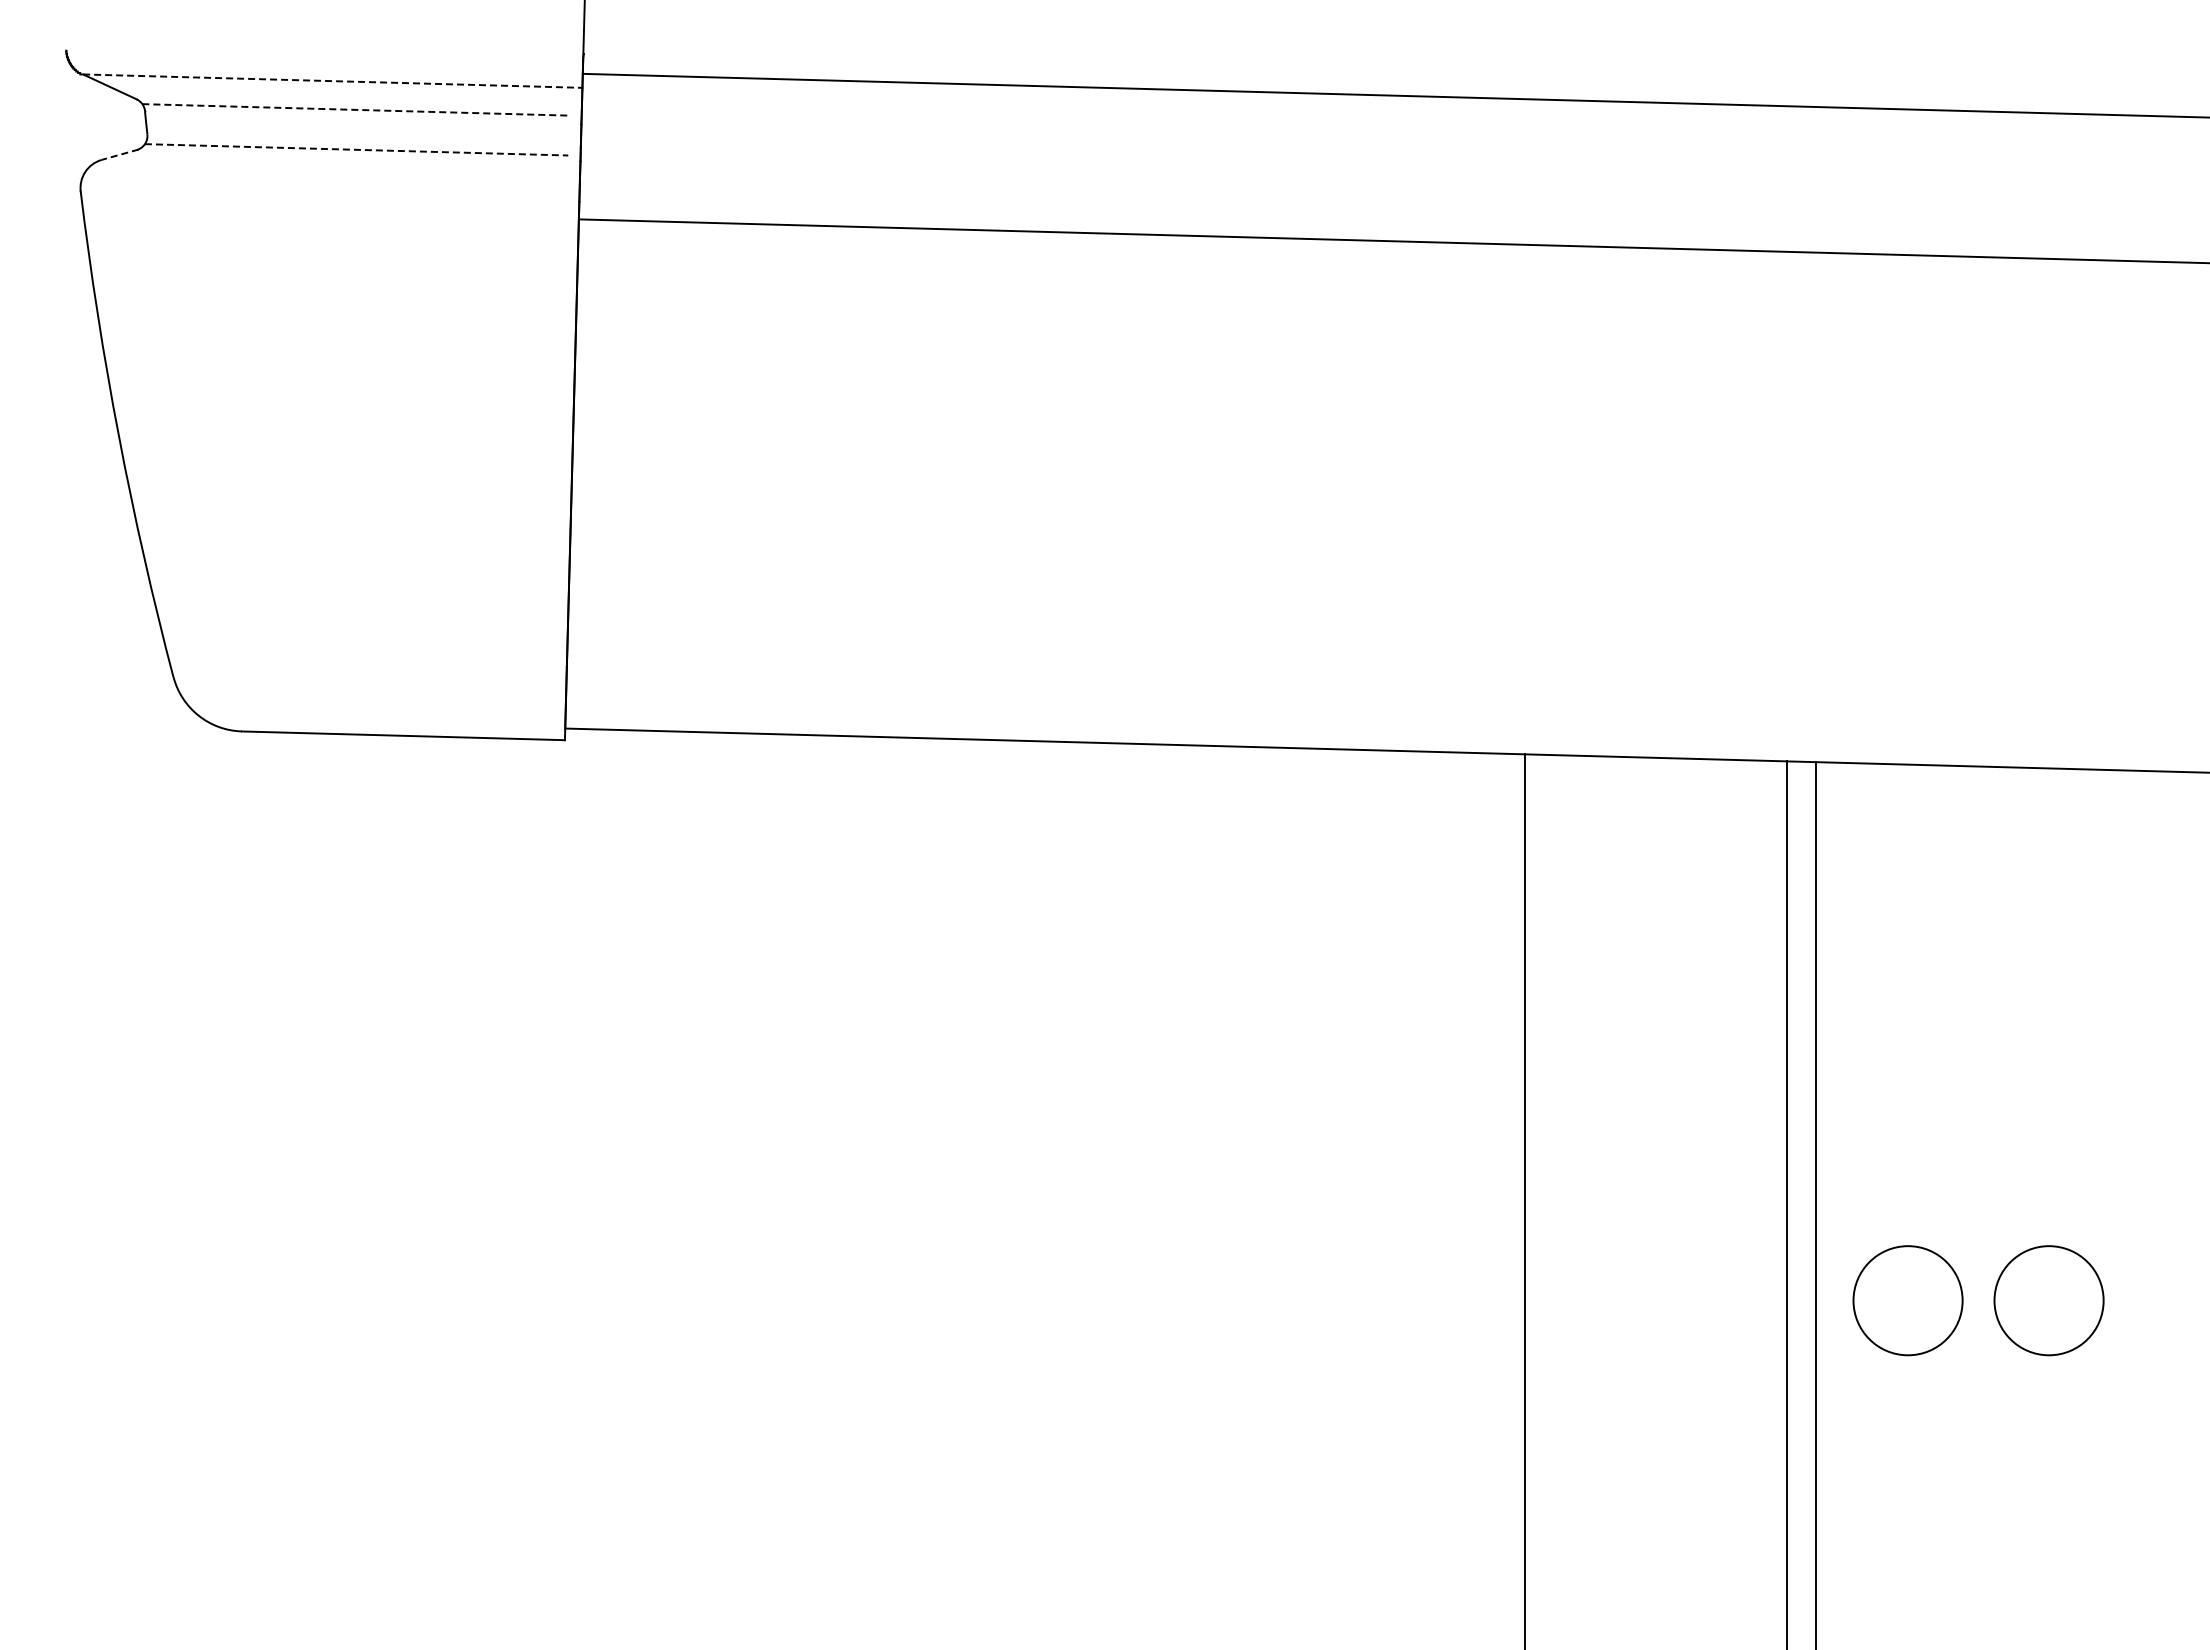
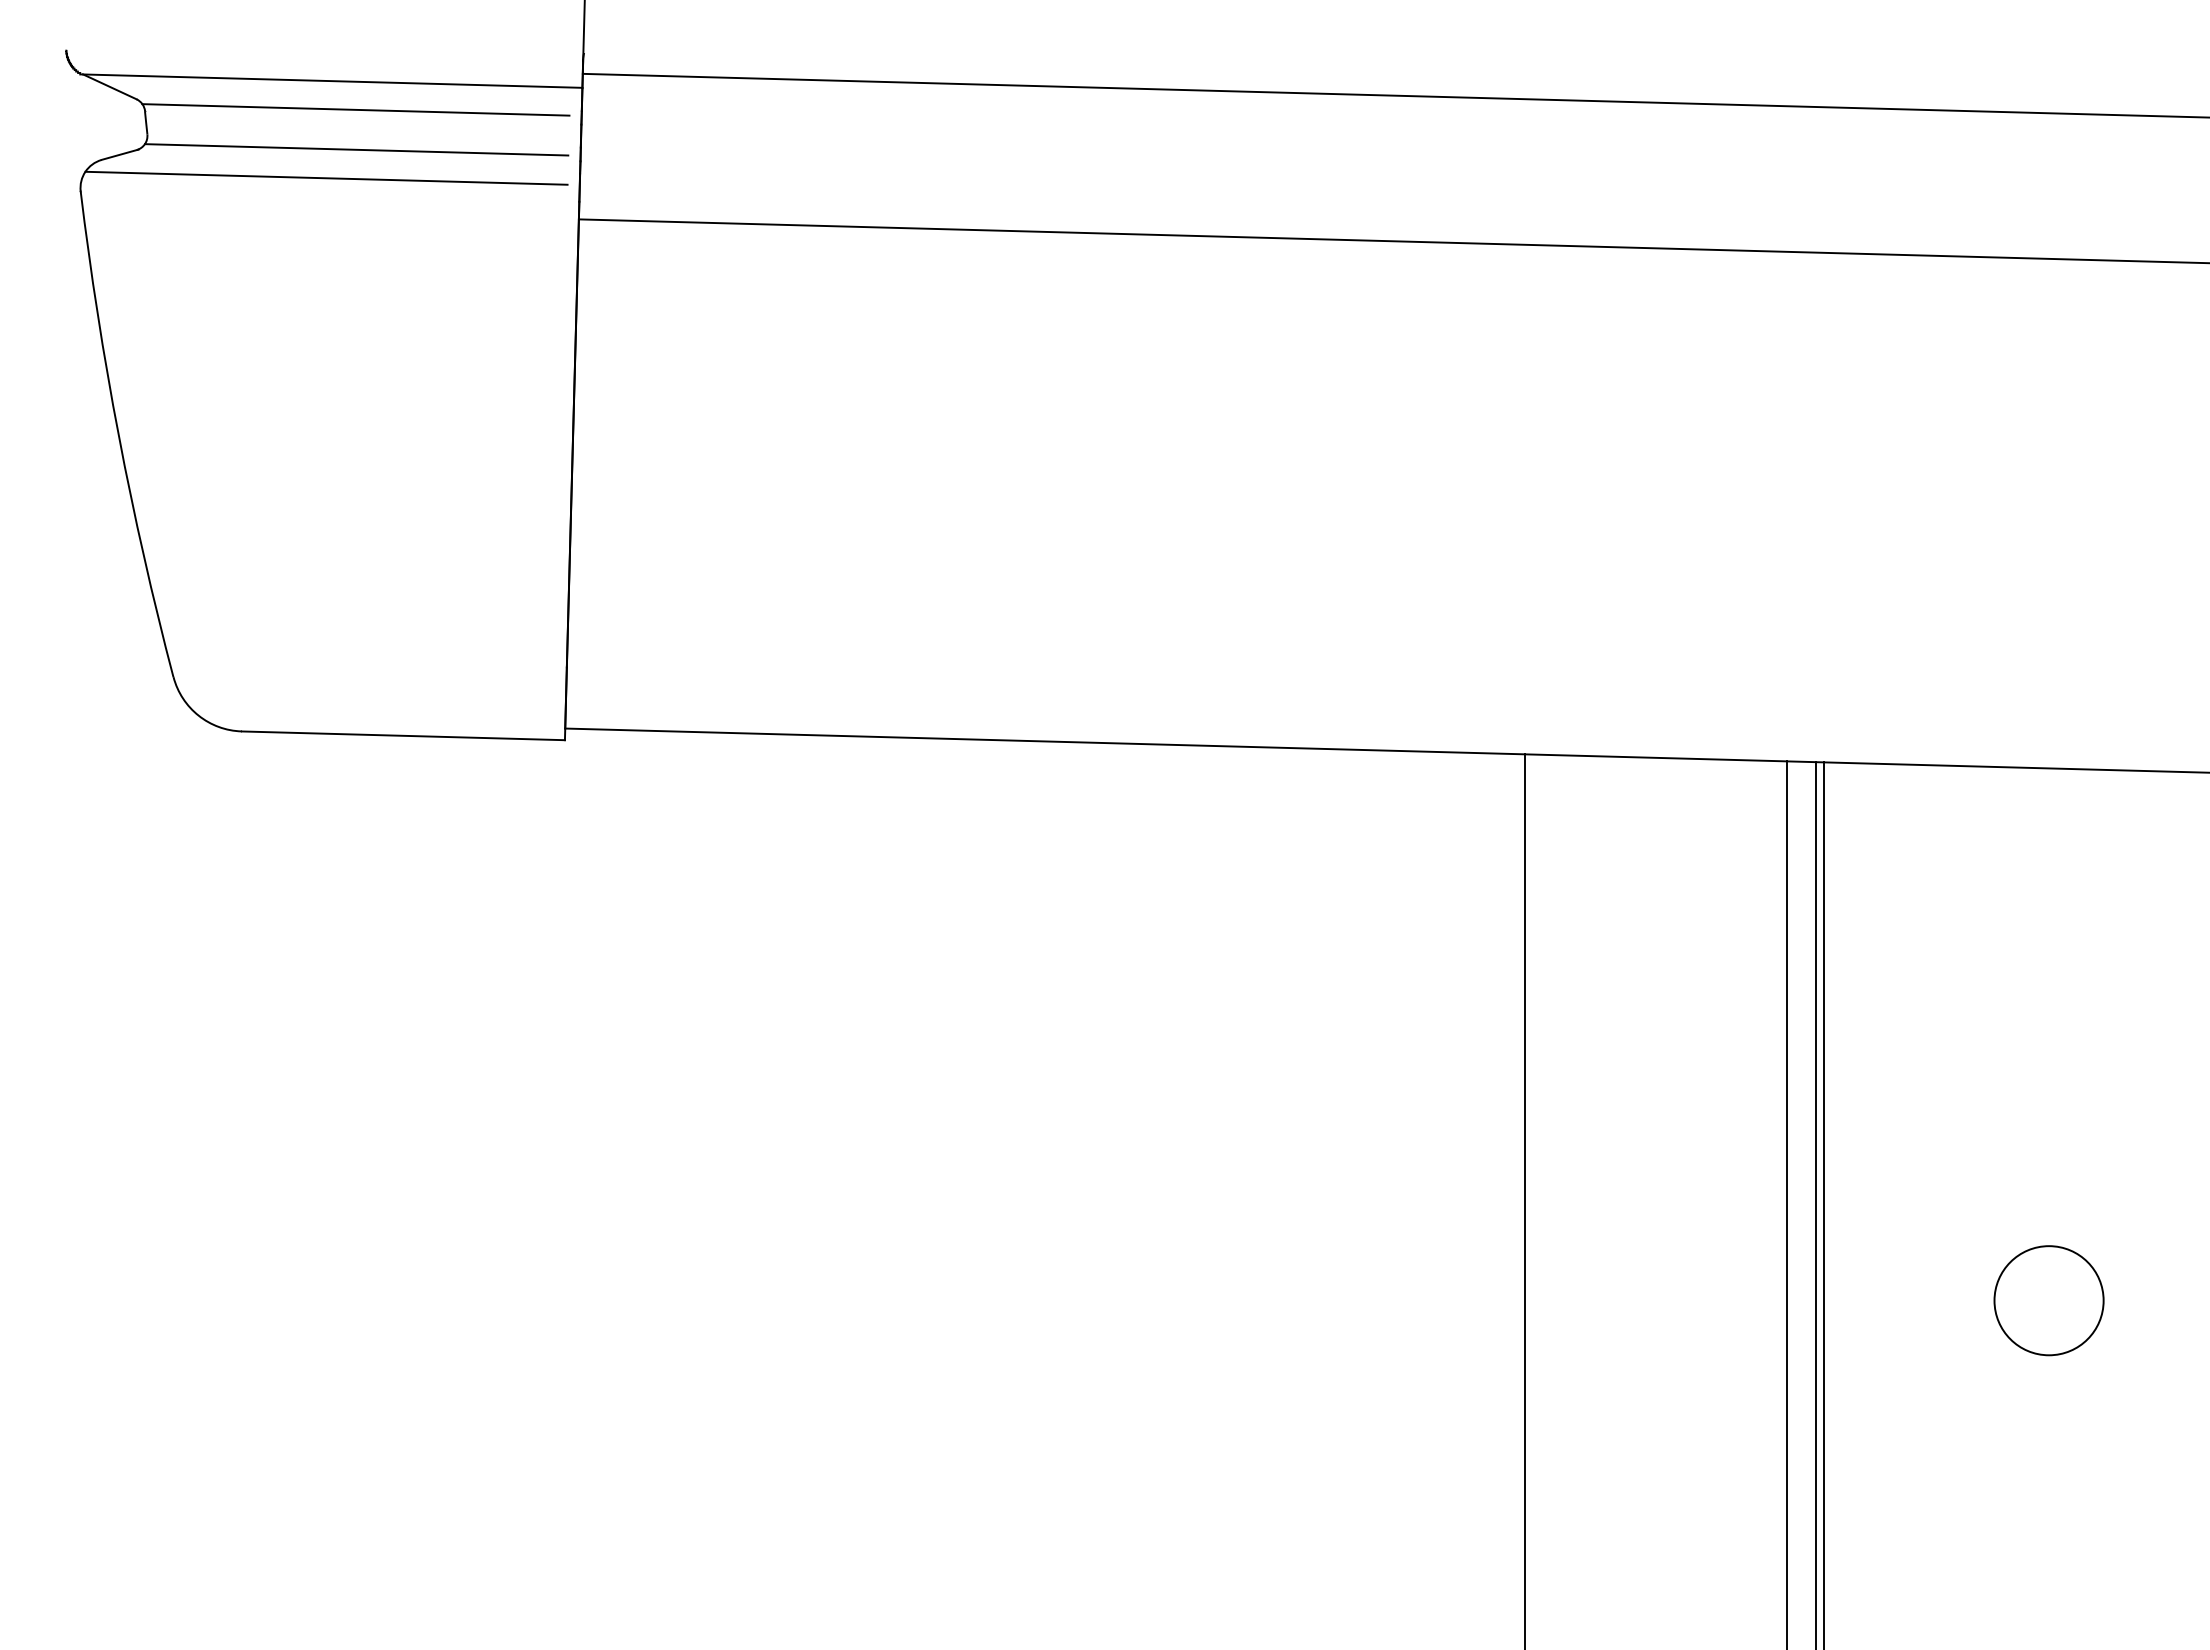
line at (332, 81): dashed -> solid
line at (355, 109): dashed -> solid
line at (356, 149): dashed -> solid
line at (119, 154): dashed -> solid
line at (326, 177): none -> present
line at (1823, 1204): none -> present
circle at (1907, 1300): present -> none
